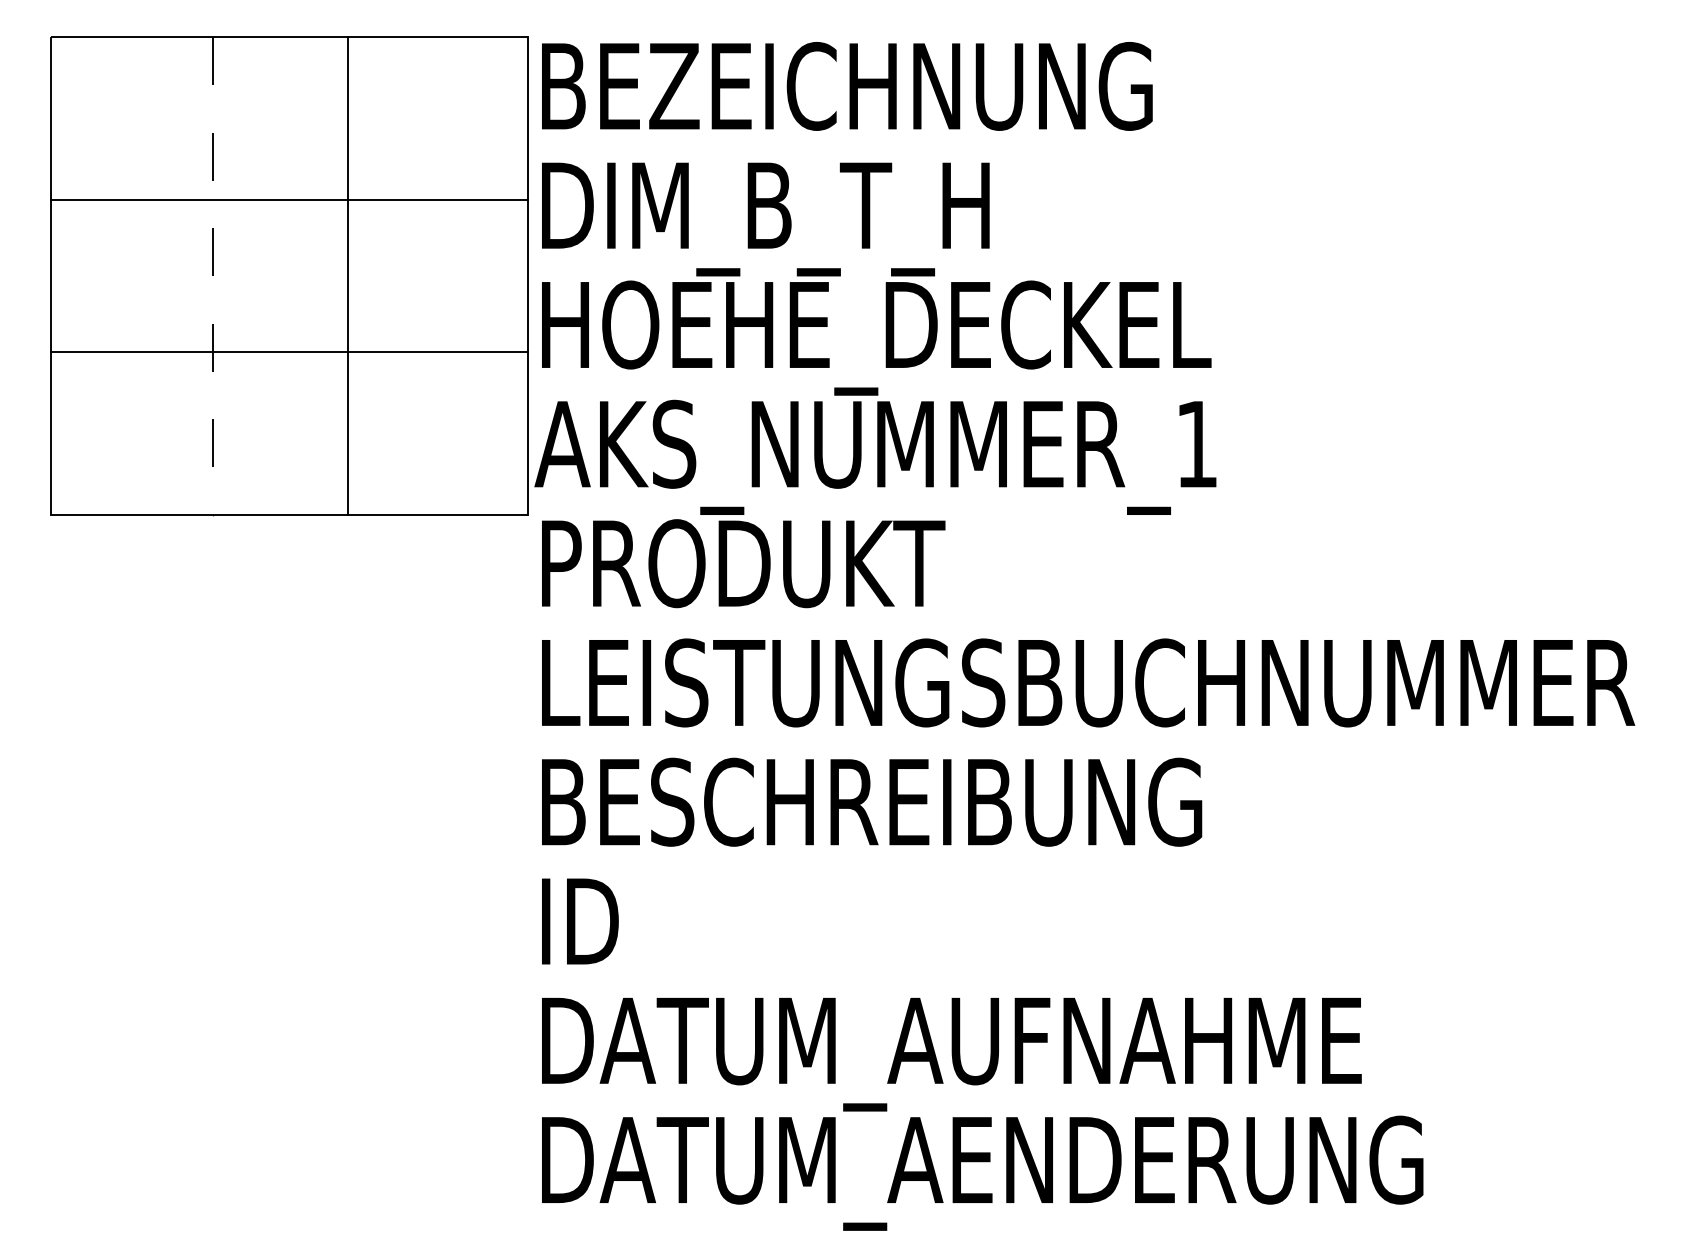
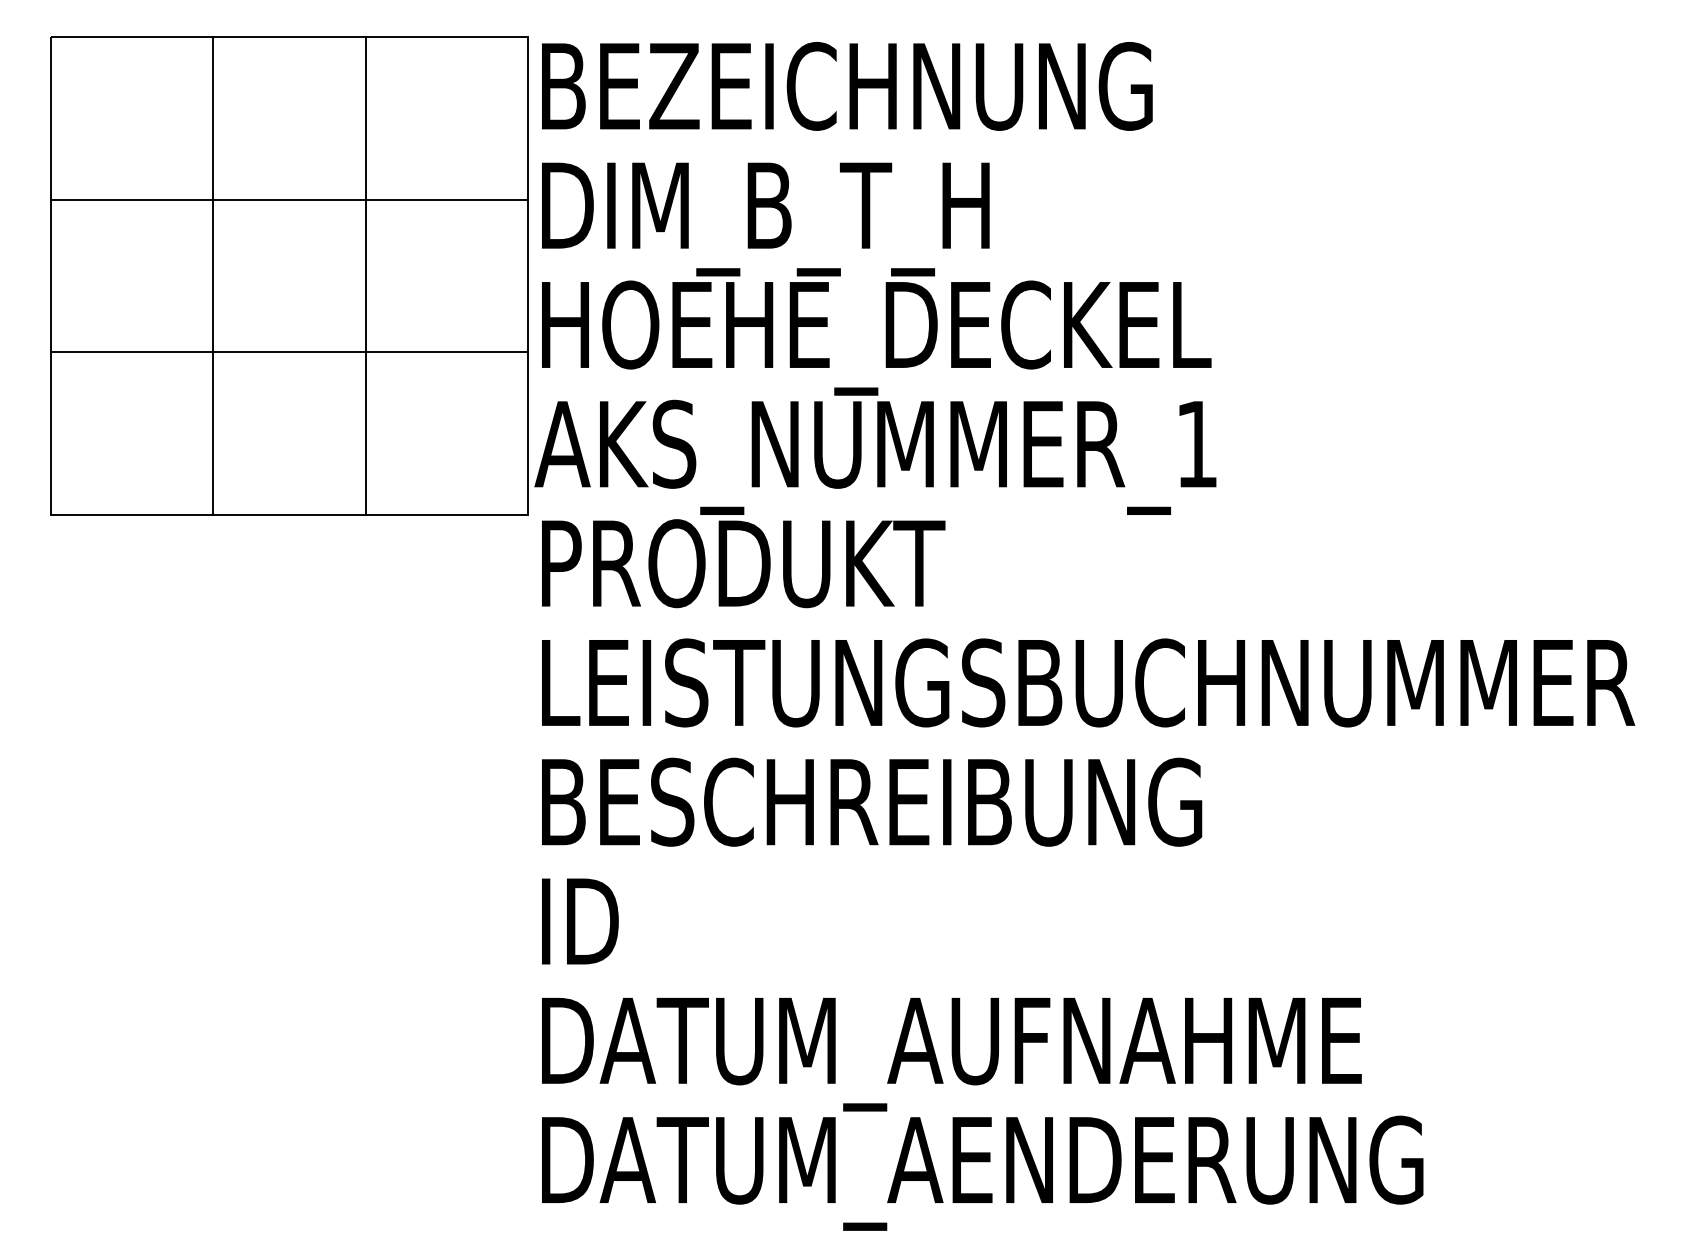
line at (347, 275) position: (347, 275) -> (365, 275)
line at (212, 276): dashed -> solid
